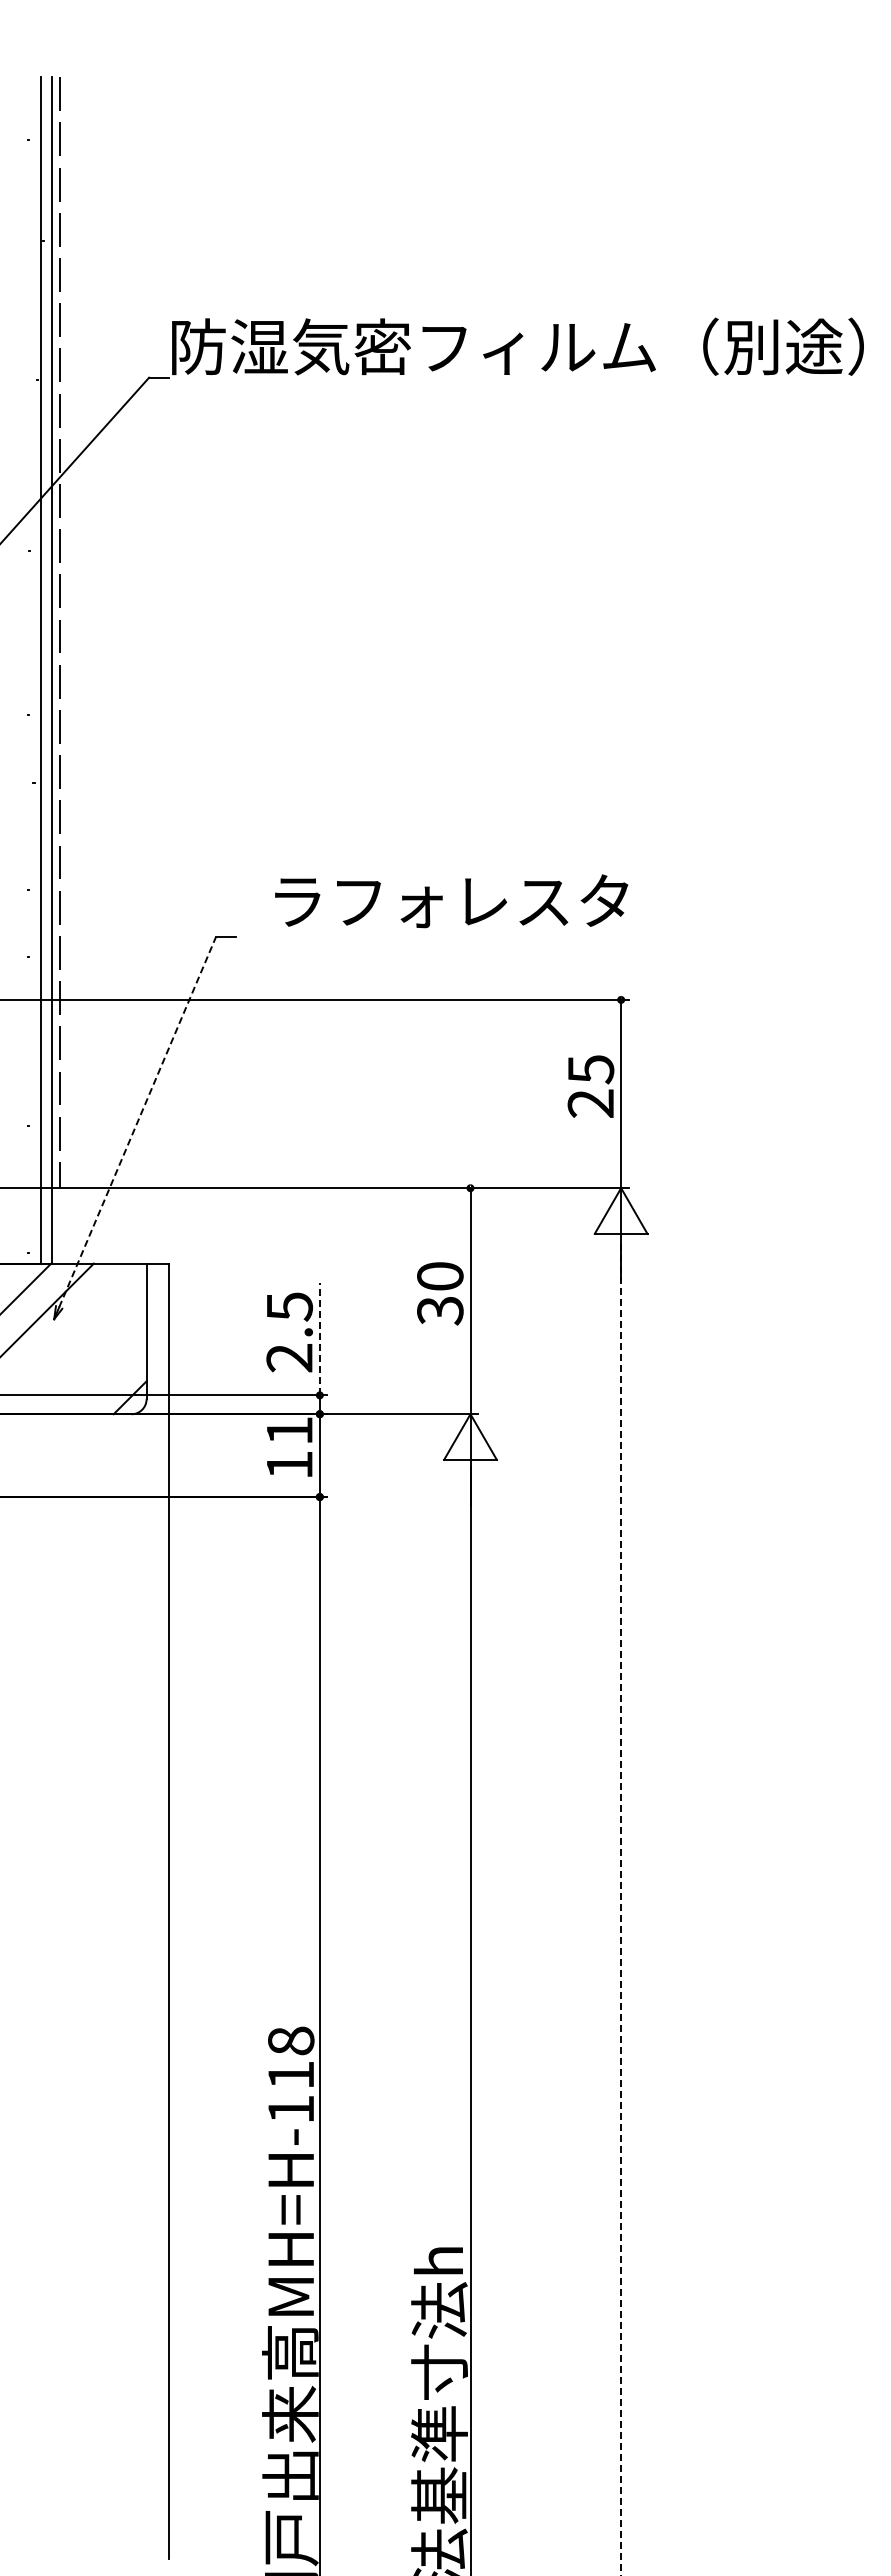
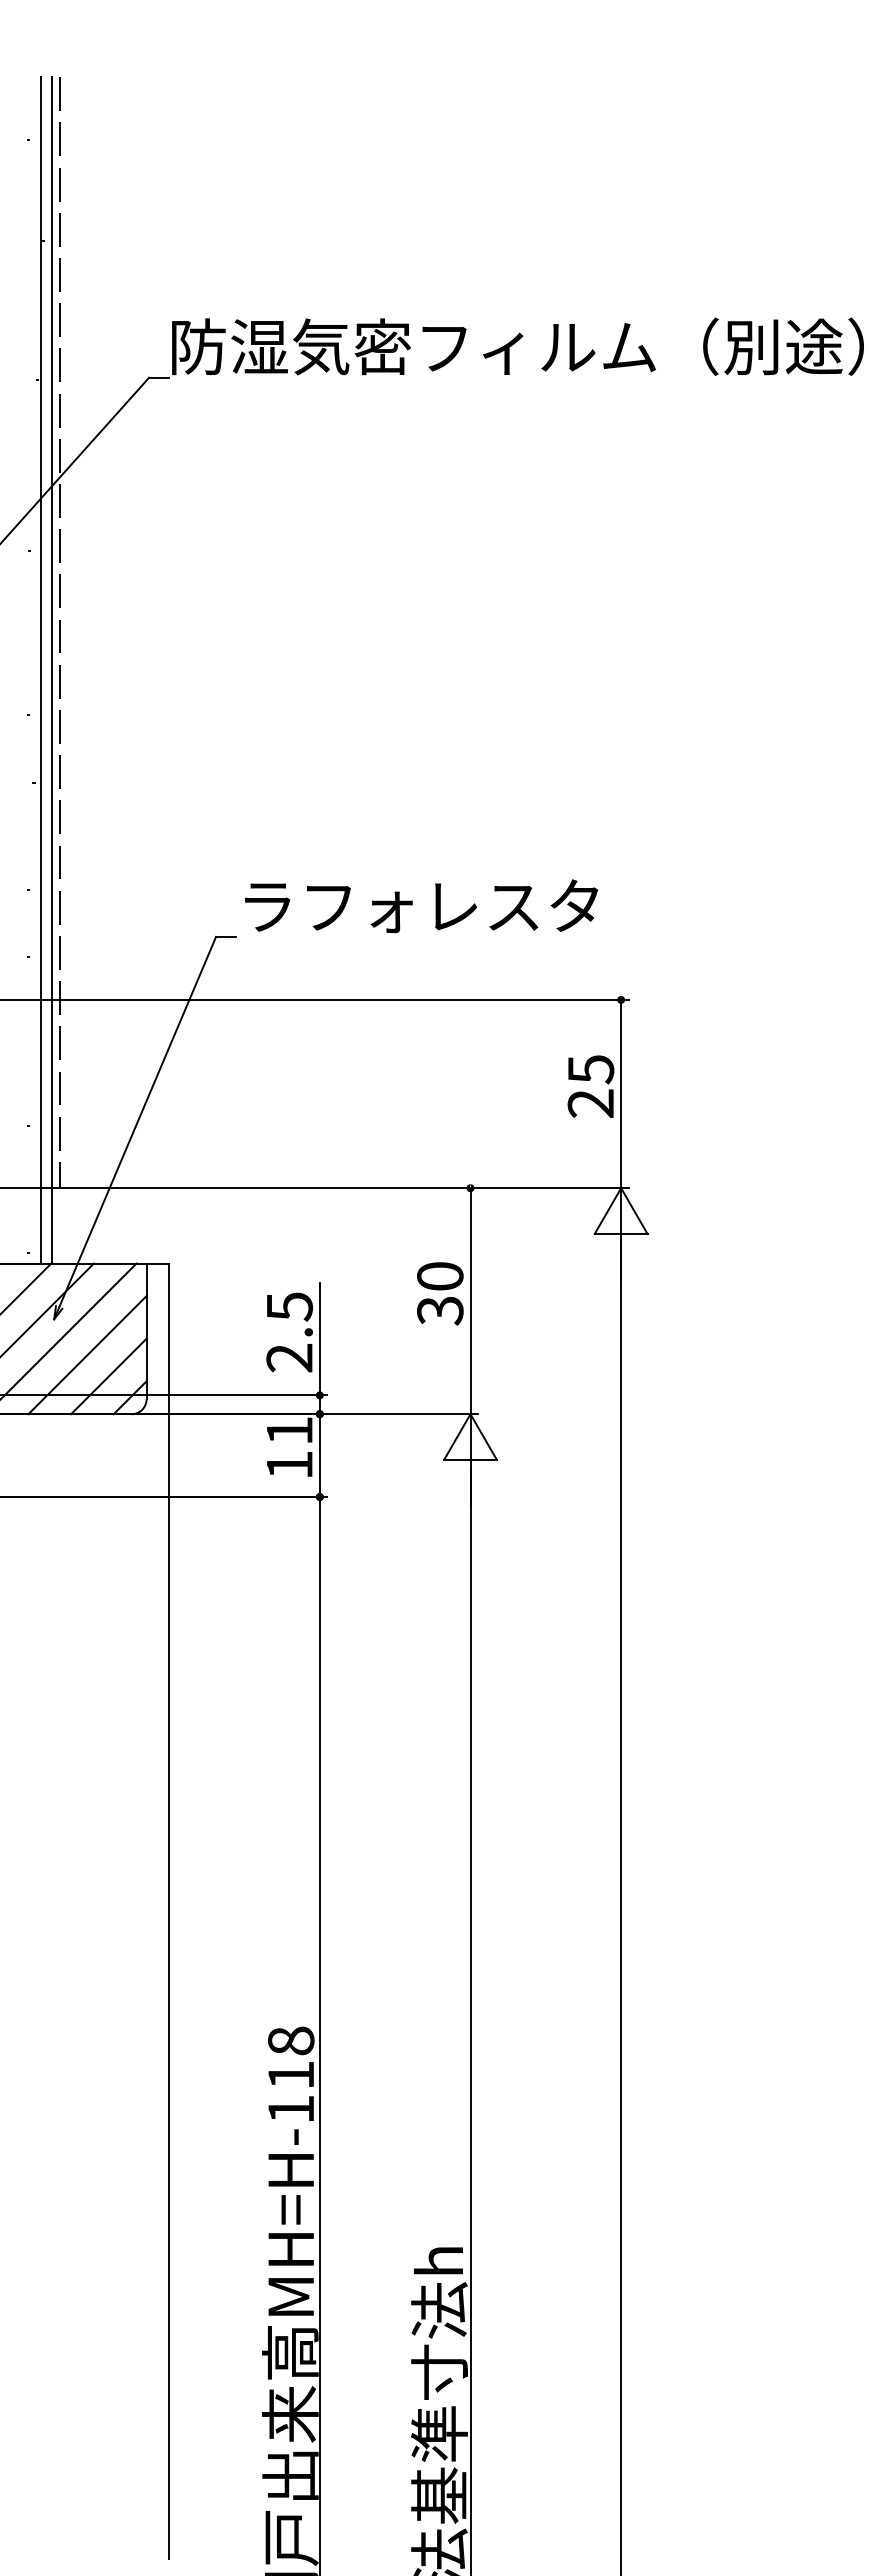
text at (451, 901) position: (451, 901) -> (421, 906)
line at (137, 1121): dashed -> solid
line at (69, 1330): none -> present
line at (319, 1338): dashed -> solid
line at (87, 1355): none -> present
line at (108, 1376): none -> present
line at (621, 1907): dashed -> solid
